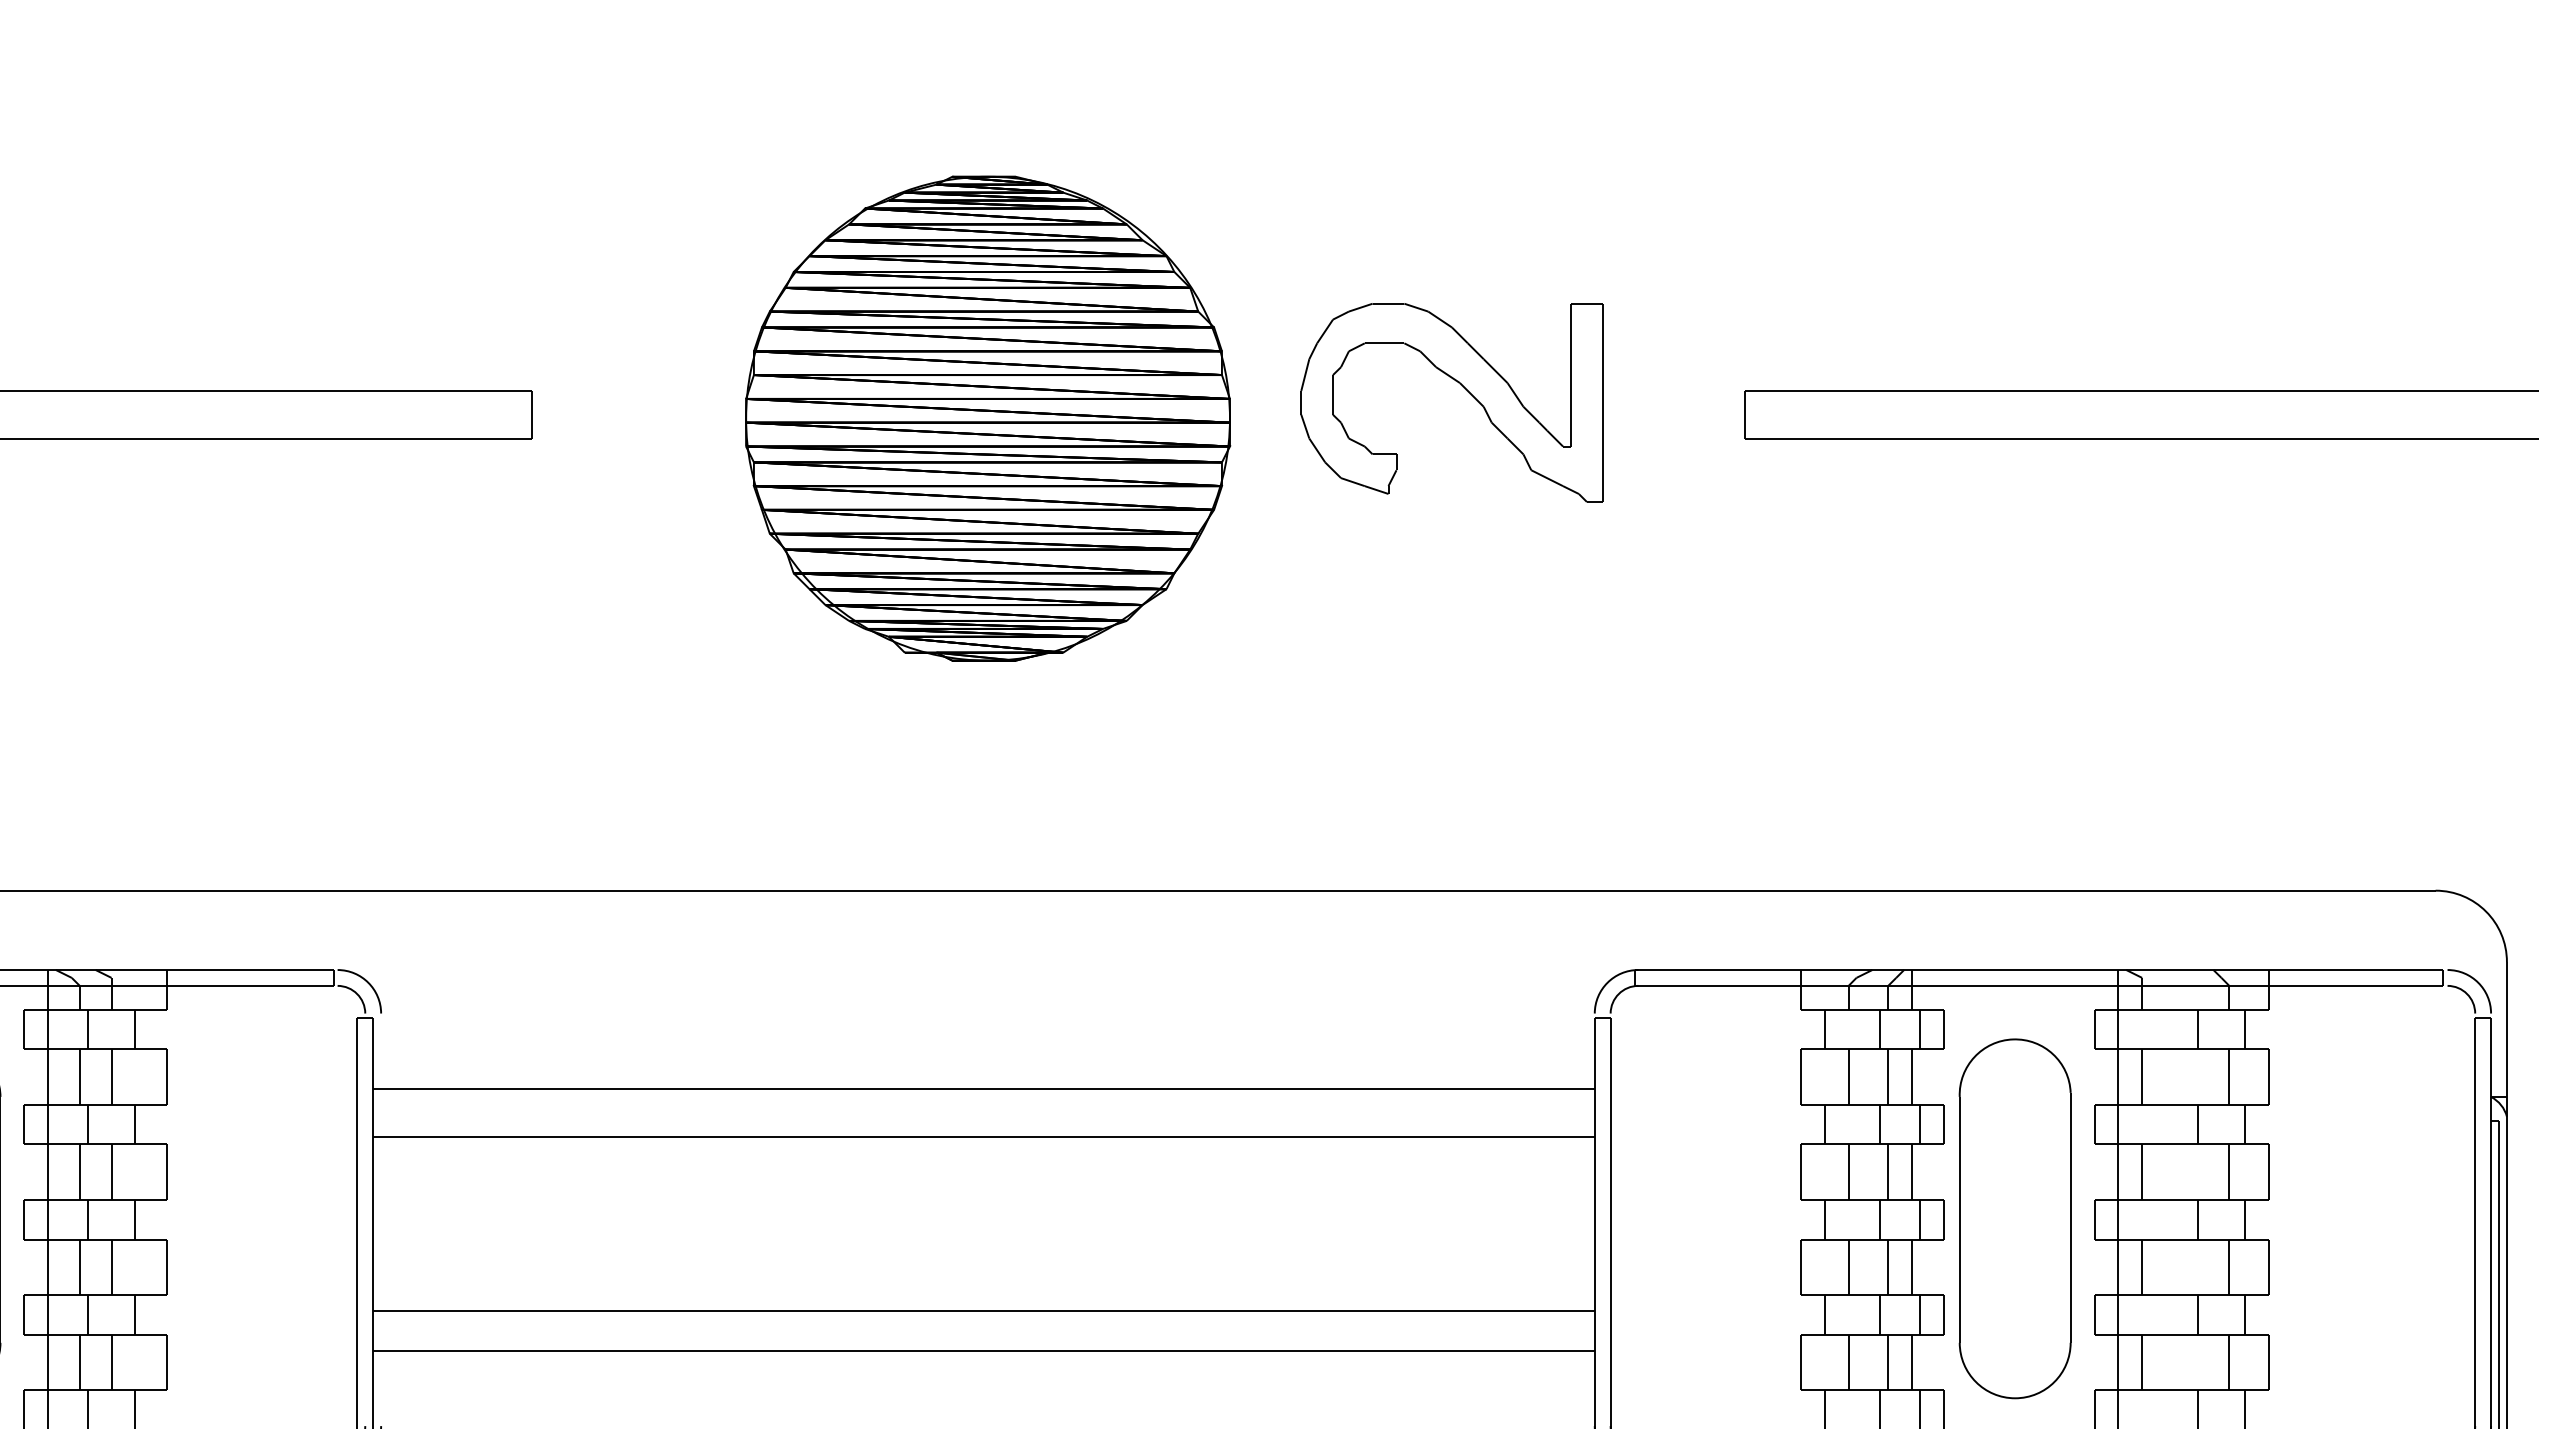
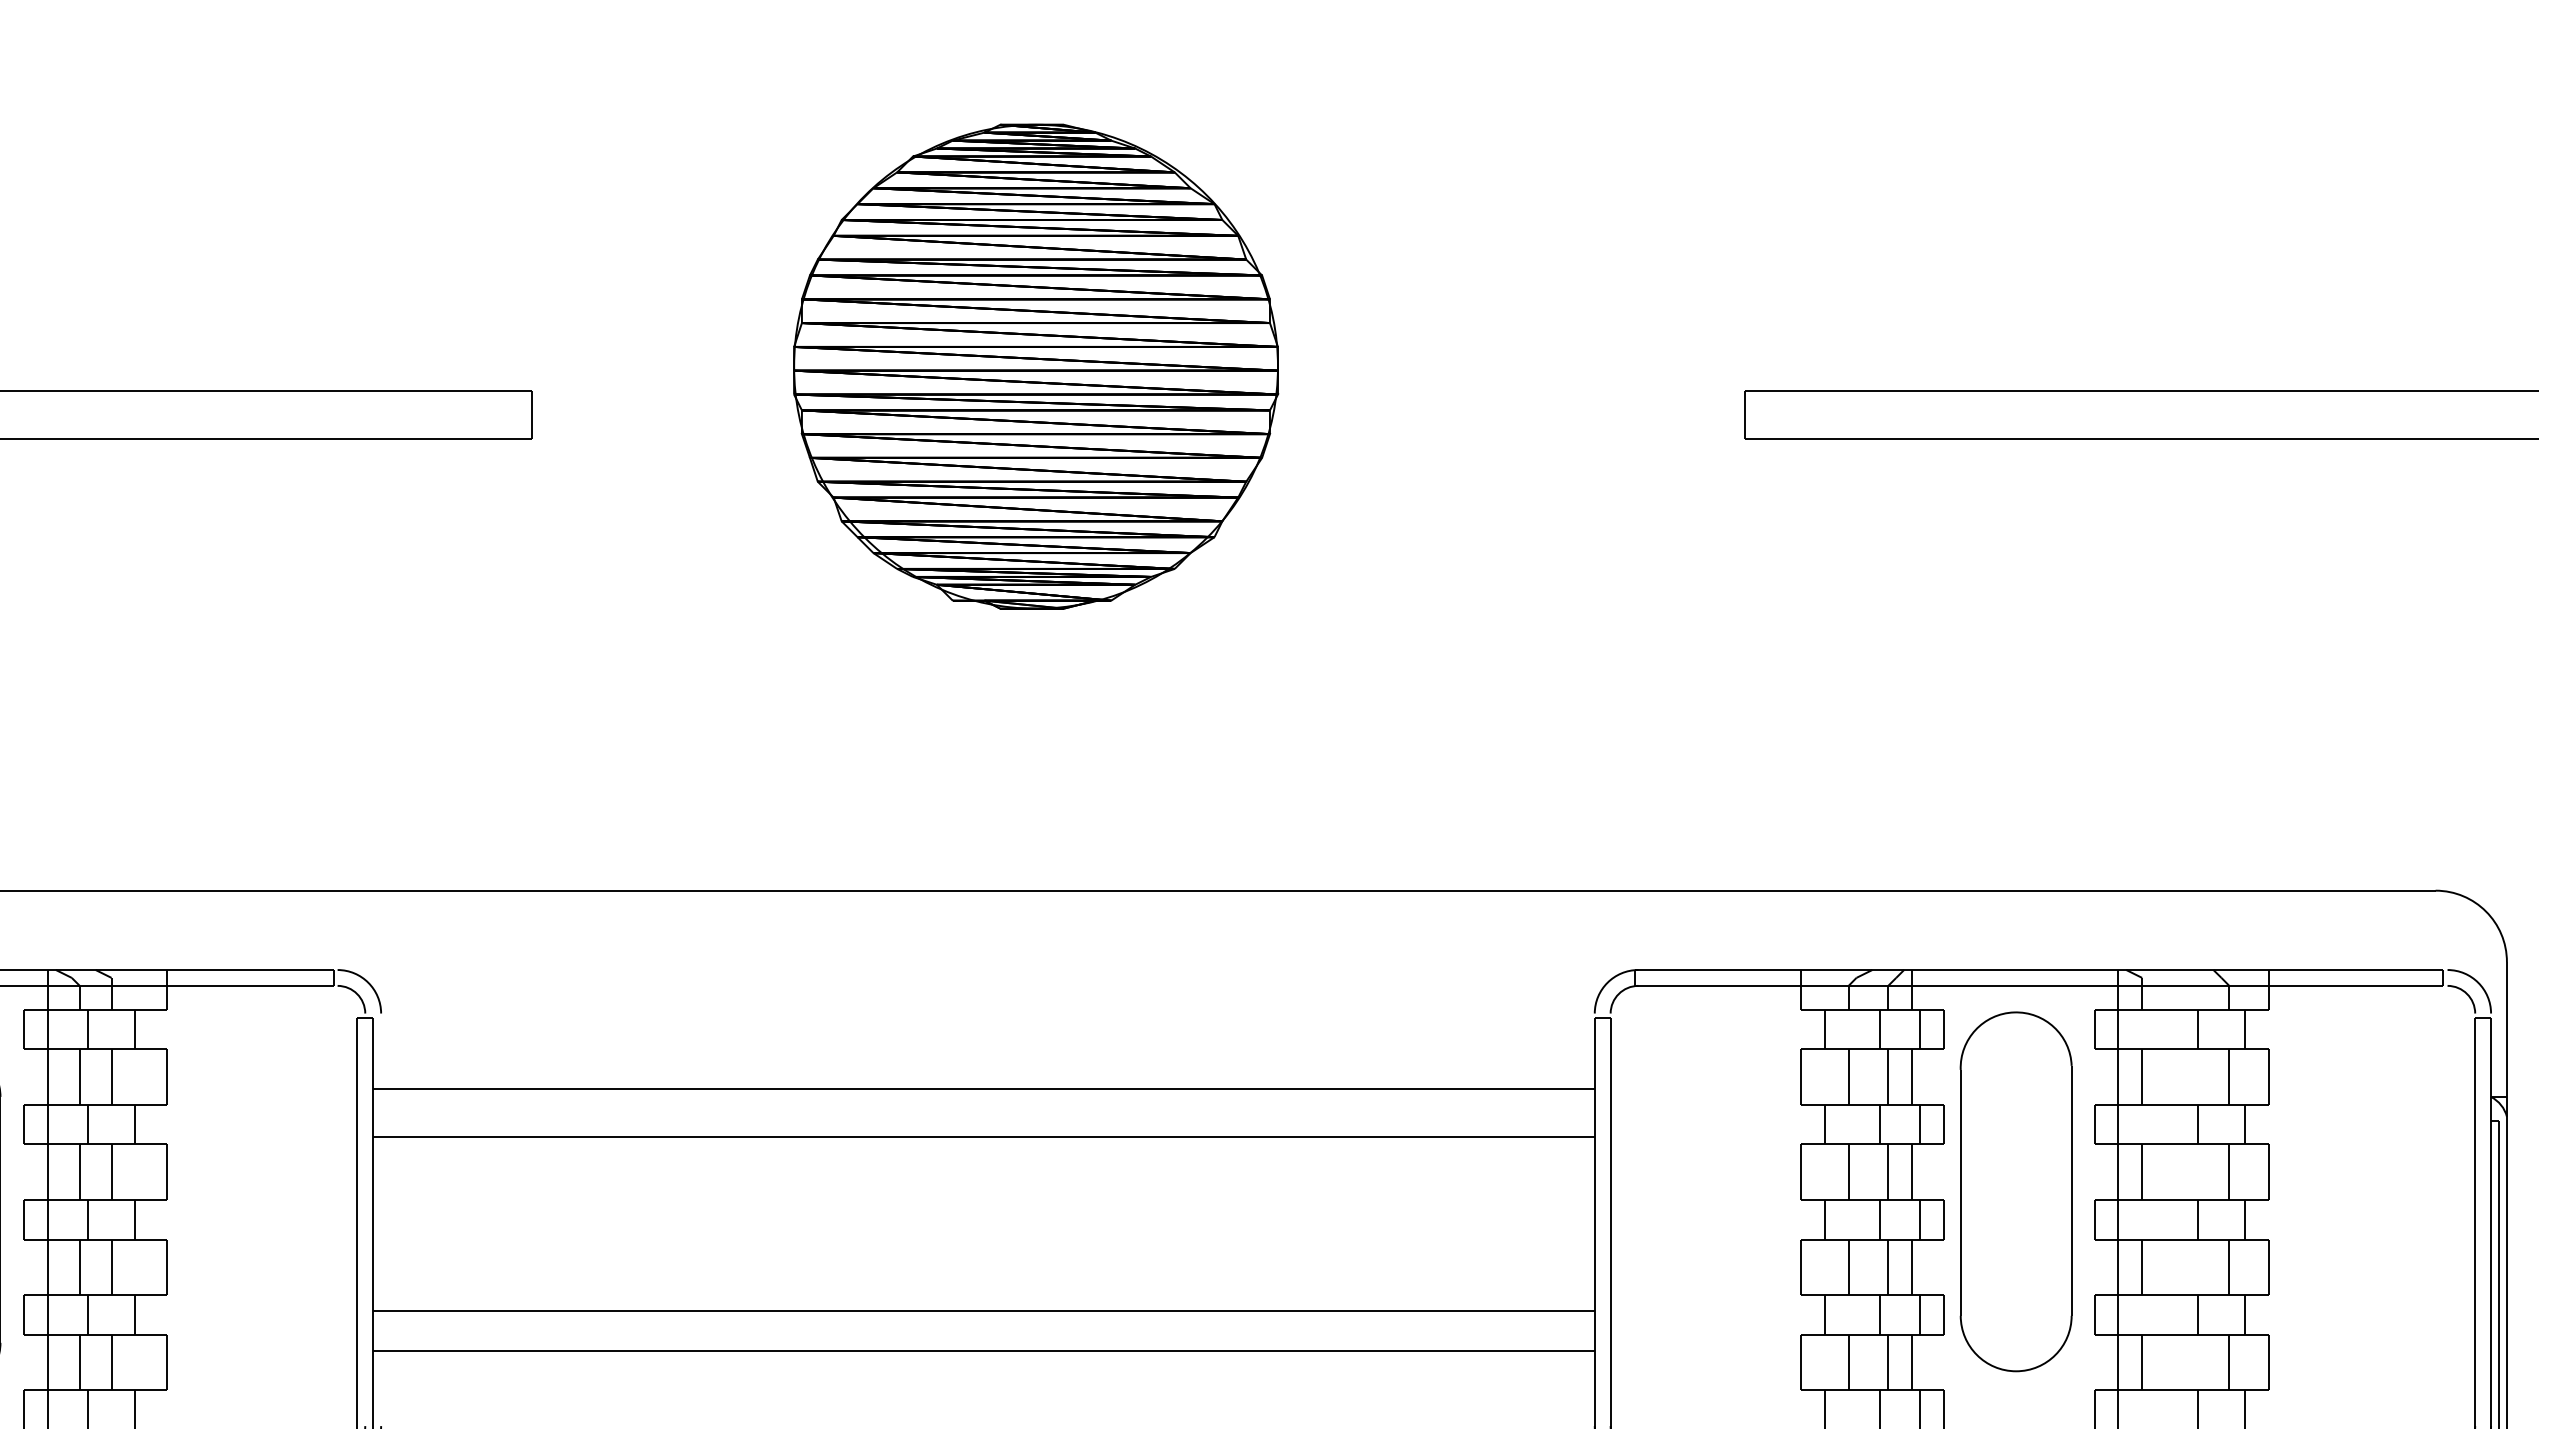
part at (1464, 388): present -> none
part at (988, 418) position: (988, 418) -> (1036, 366)
part at (2014, 1218) position: (2014, 1218) -> (2015, 1191)
